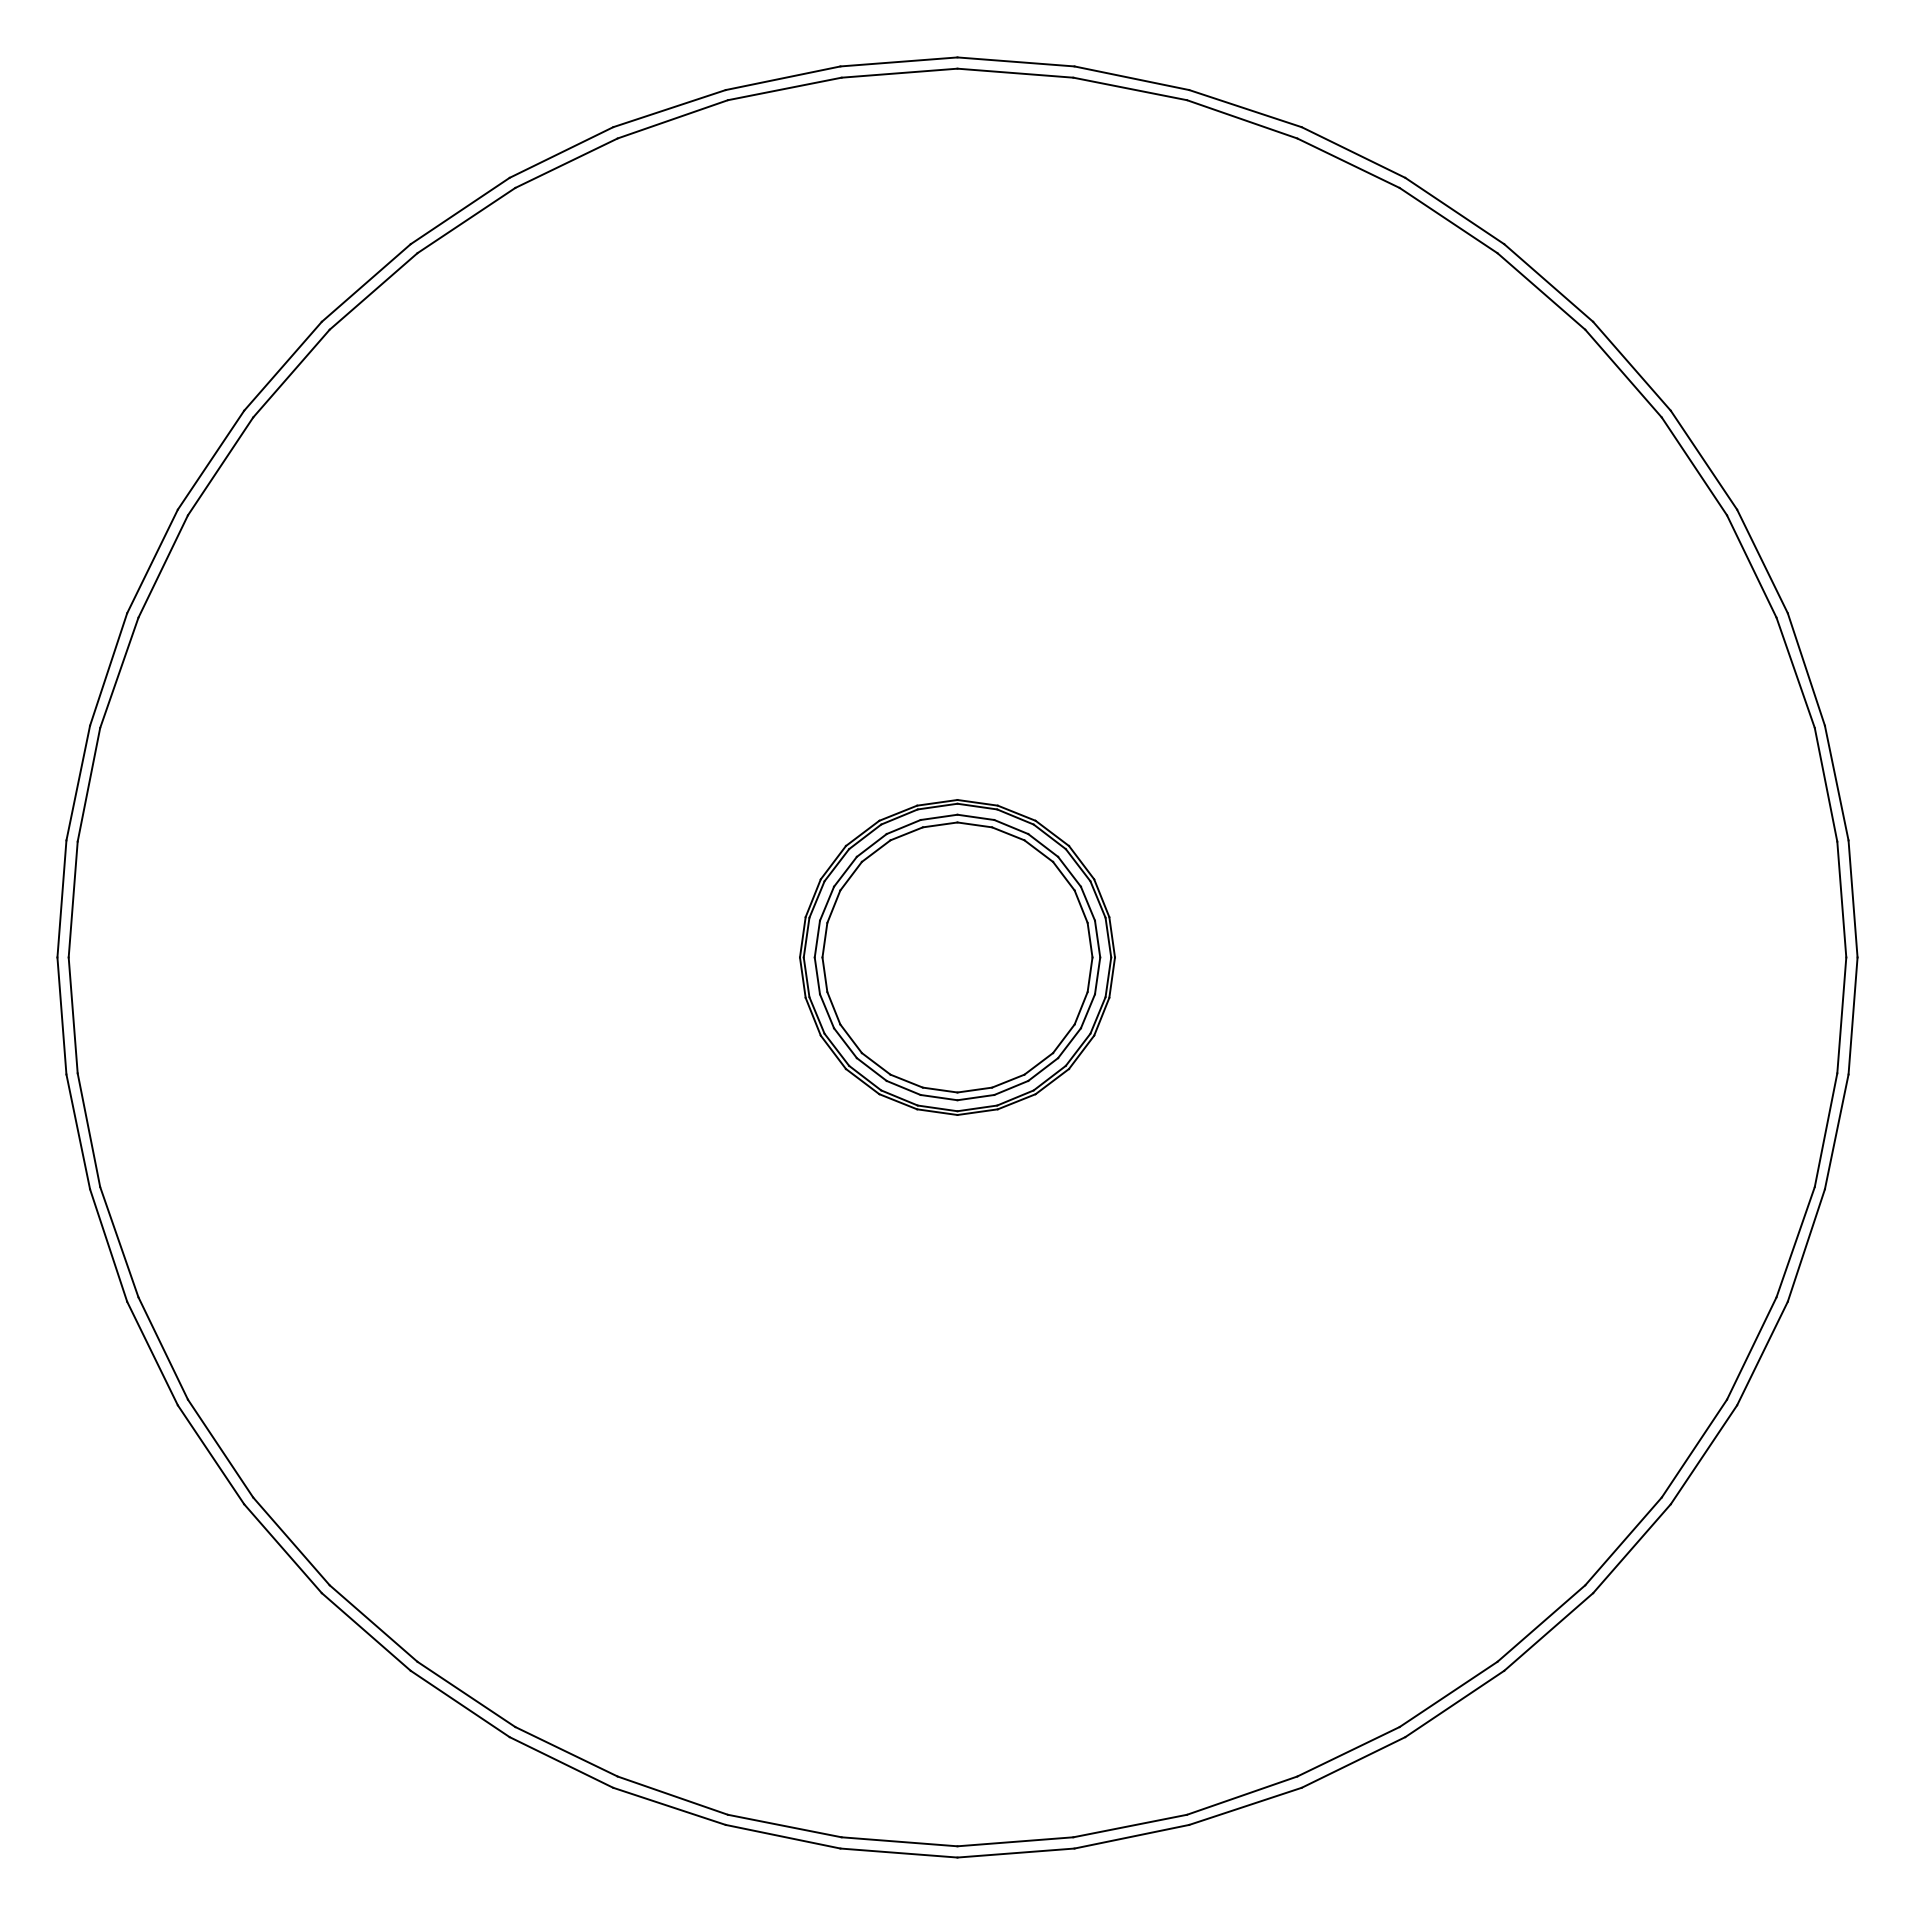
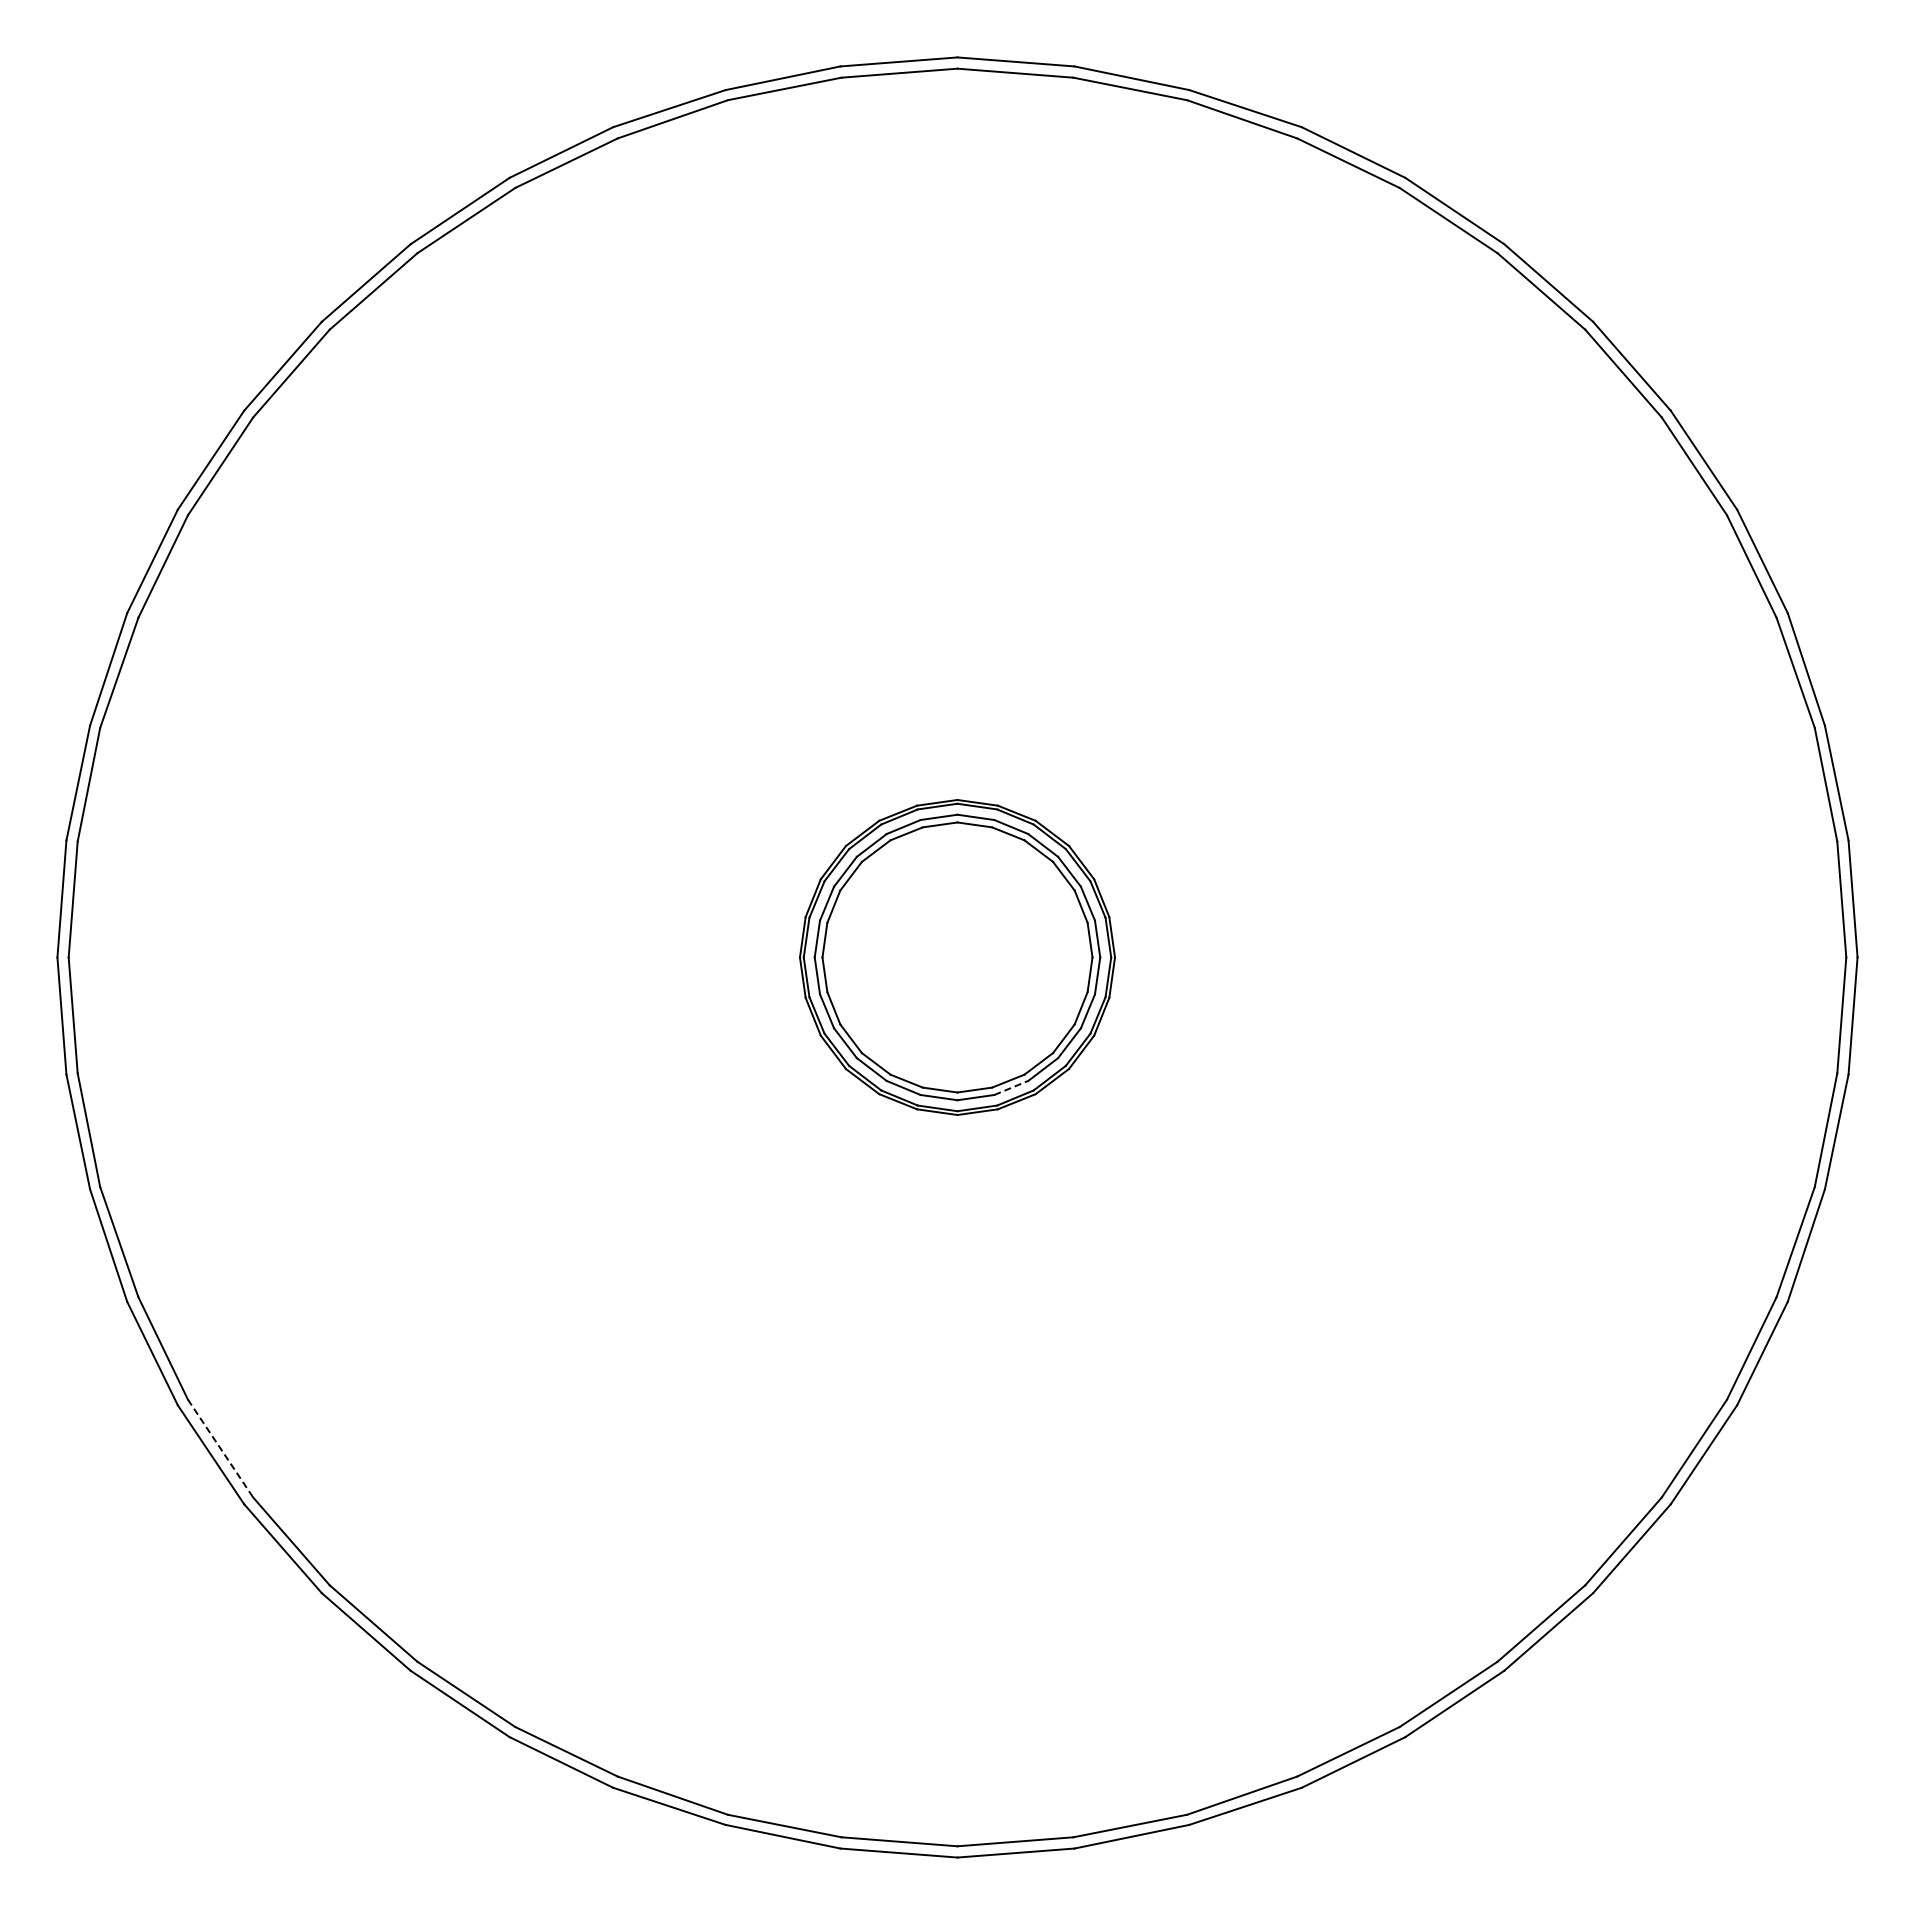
line at (1011, 1087): solid -> dashed
line at (220, 1448): solid -> dashed
